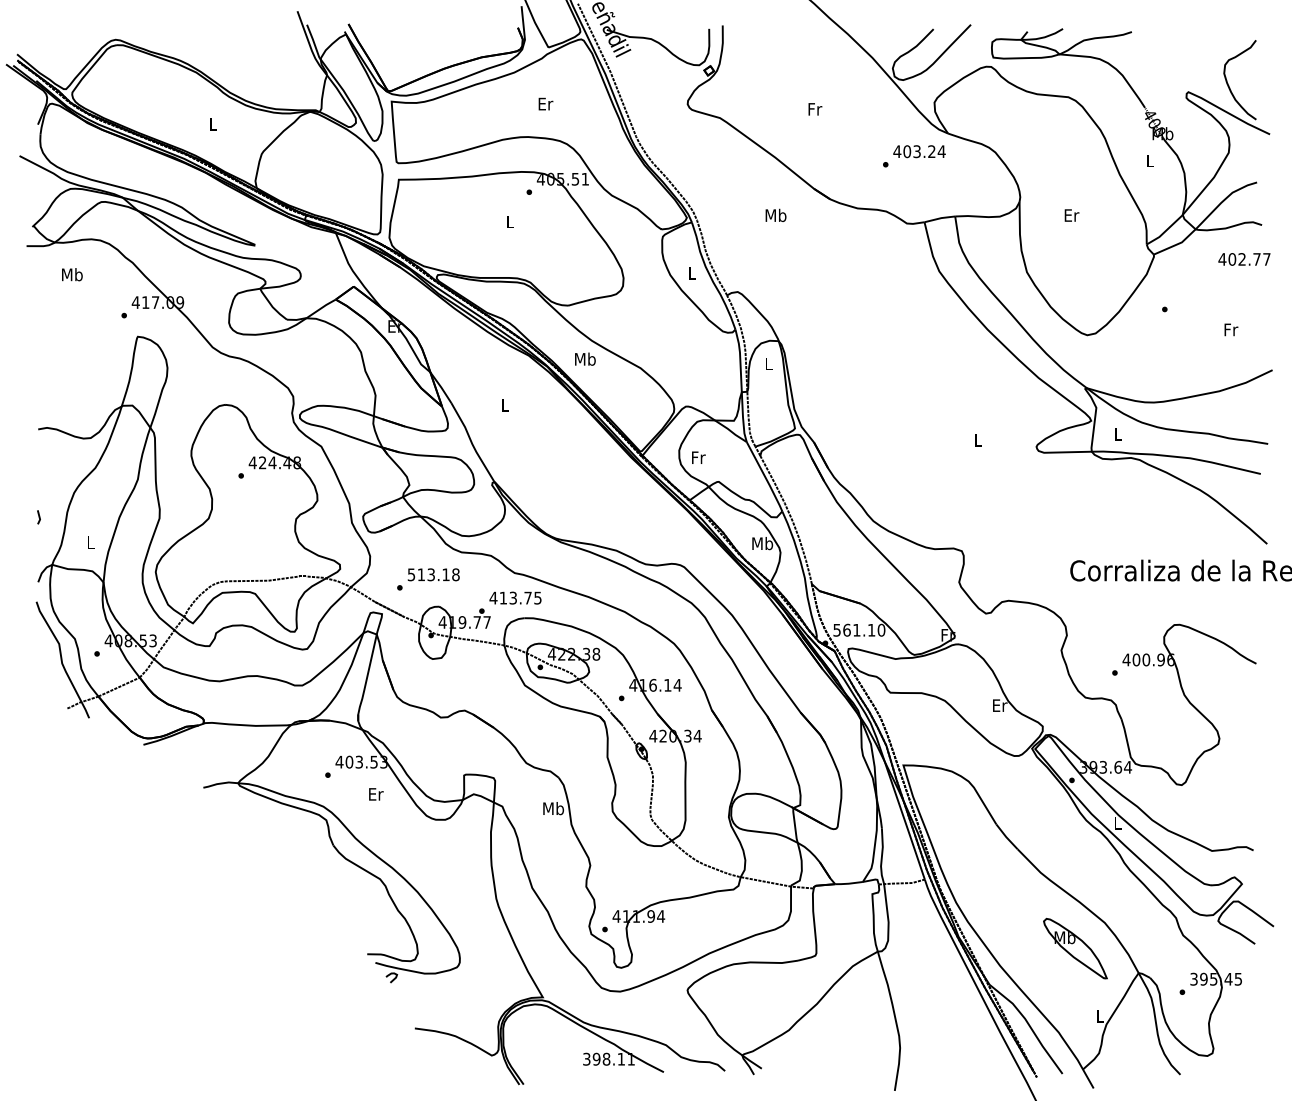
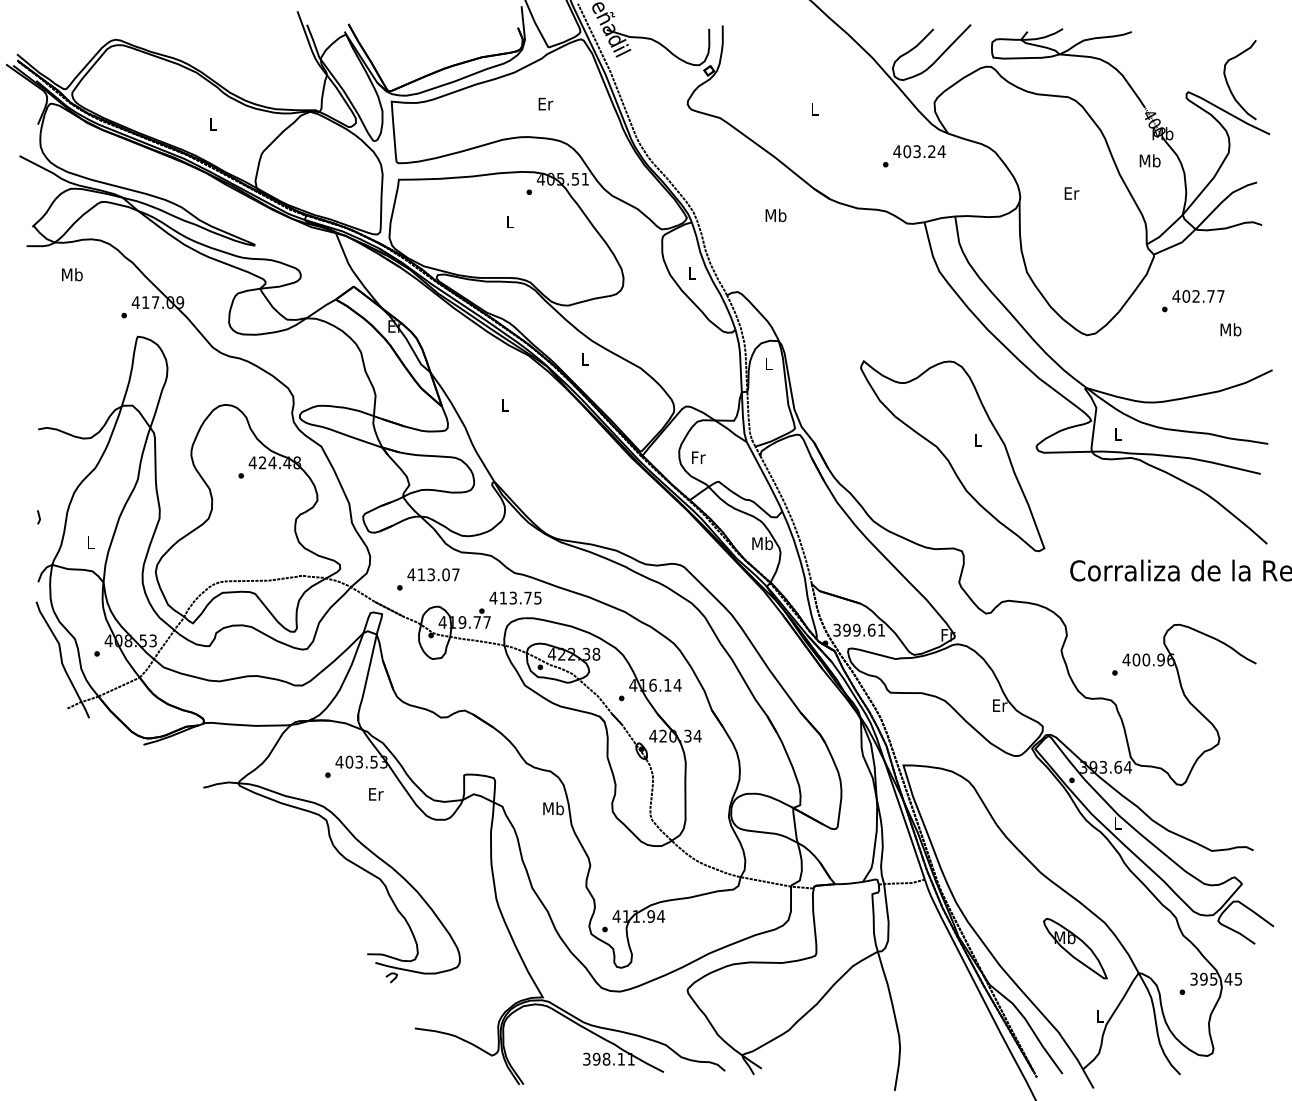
text at (815, 109): Fr -> L
text at (1149, 160): L -> Mb
text at (1071, 215) position: (1071, 215) -> (1071, 193)
text at (1244, 259) position: (1244, 259) -> (1198, 296)
text at (1230, 329): Fr -> Mb
text at (585, 358): Mb -> L
part at (952, 456): none -> present
text at (433, 574): 513.18 -> 413.07
text at (859, 629): 561.10 -> 399.61
